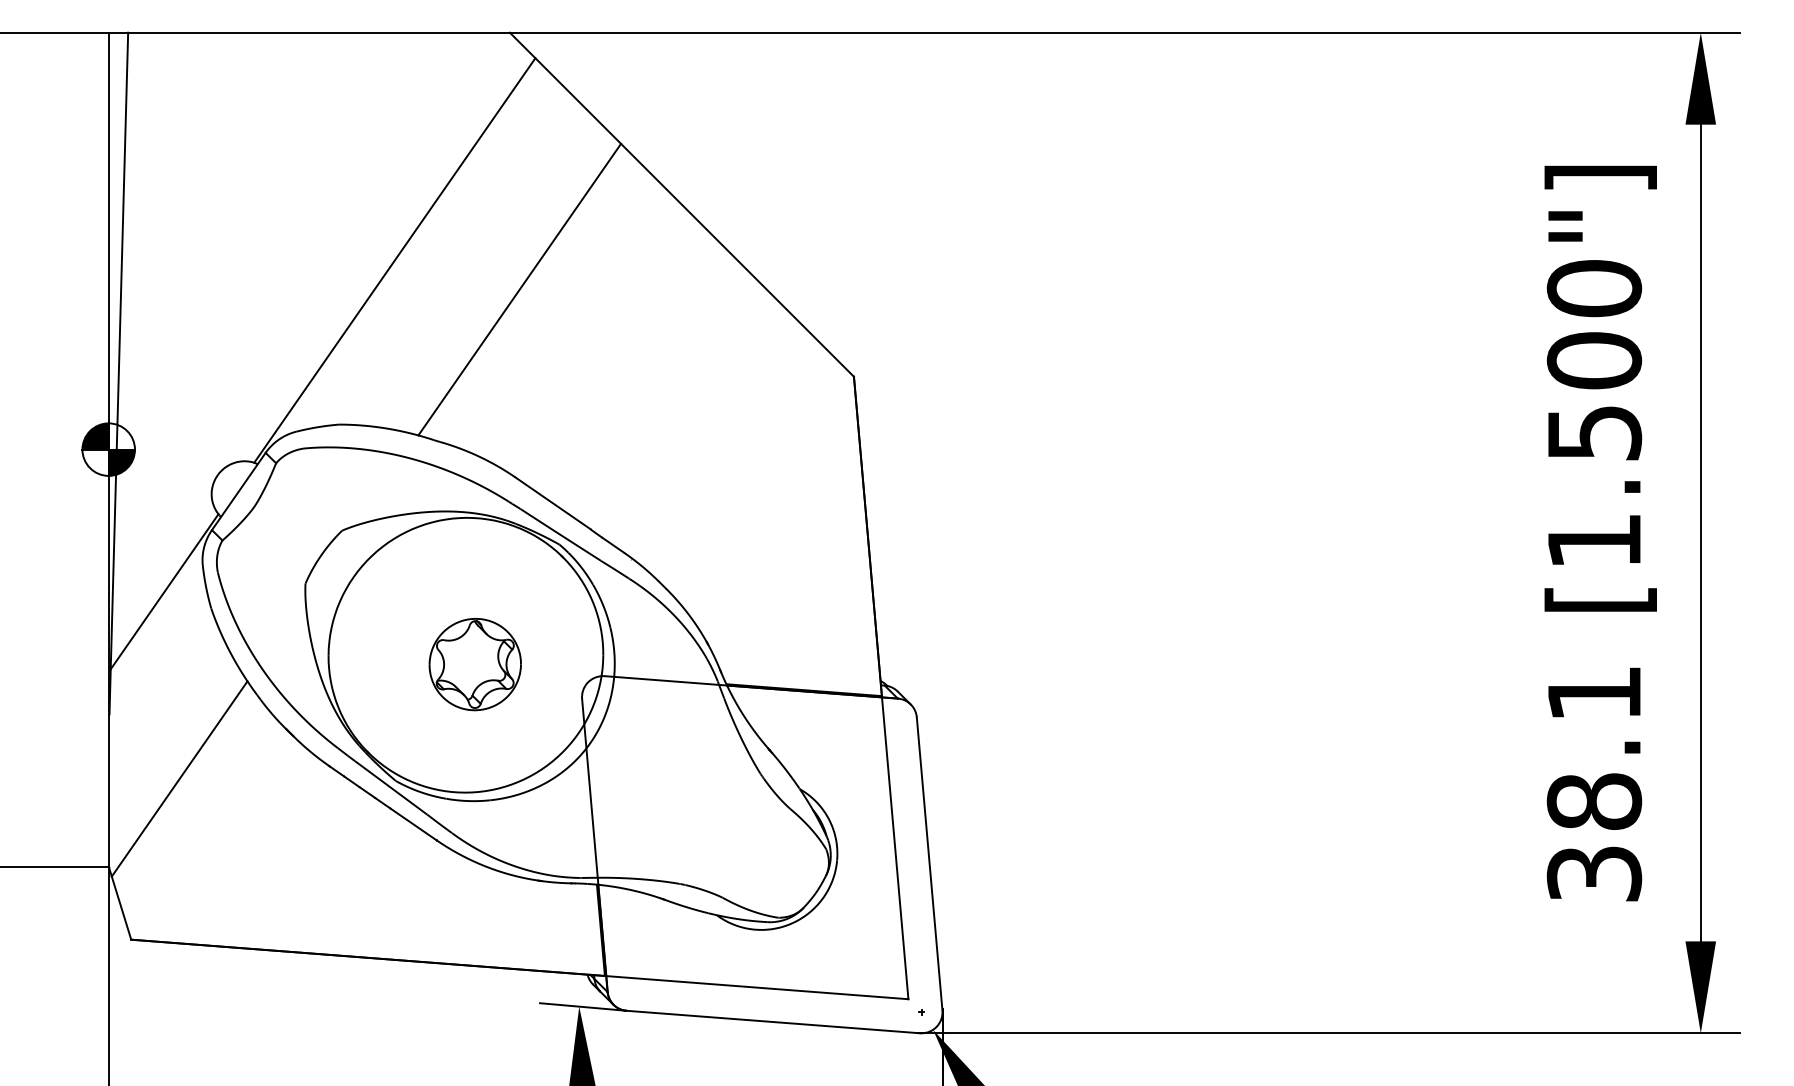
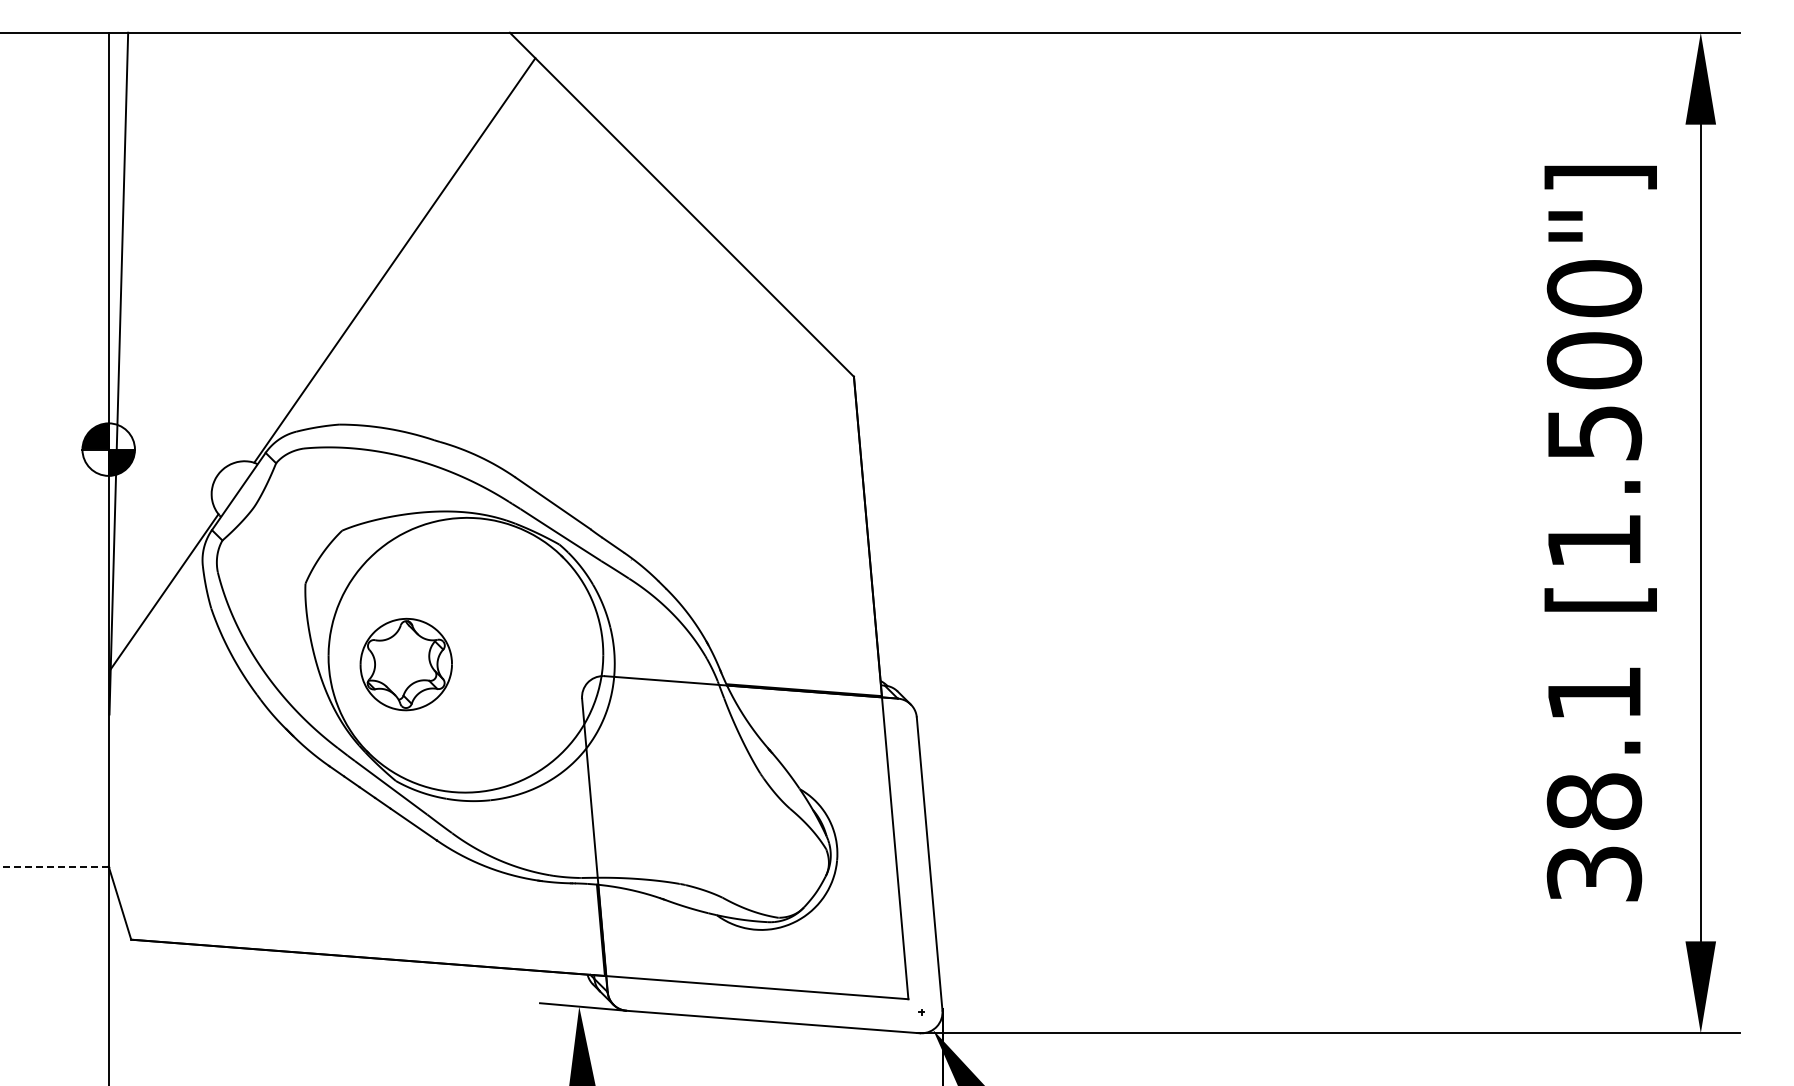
line at (519, 289): present -> none
part at (474, 664) position: (474, 664) -> (405, 664)
line at (179, 778): present -> none
line at (54, 866): solid -> dashed
